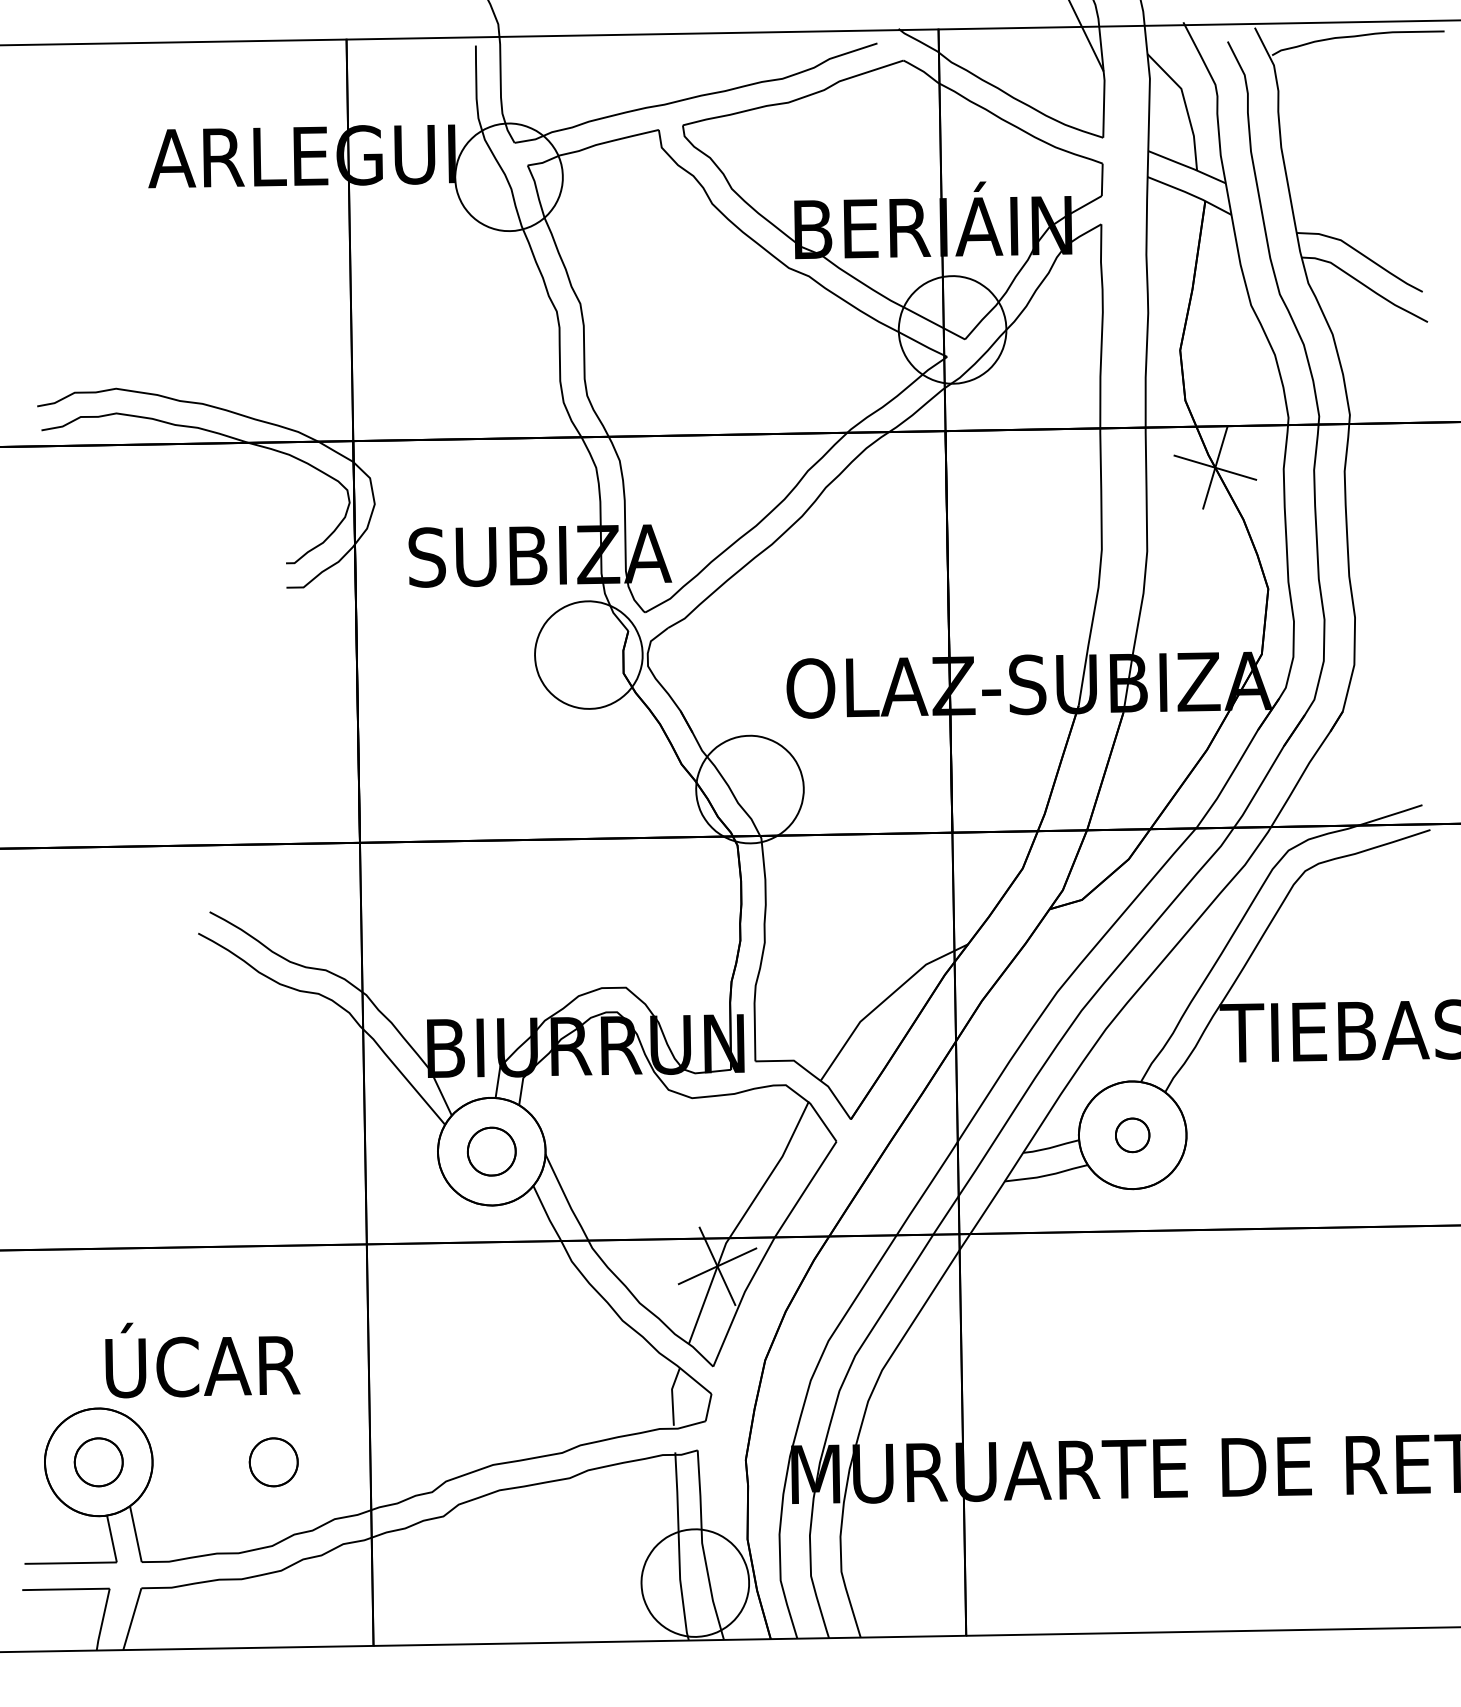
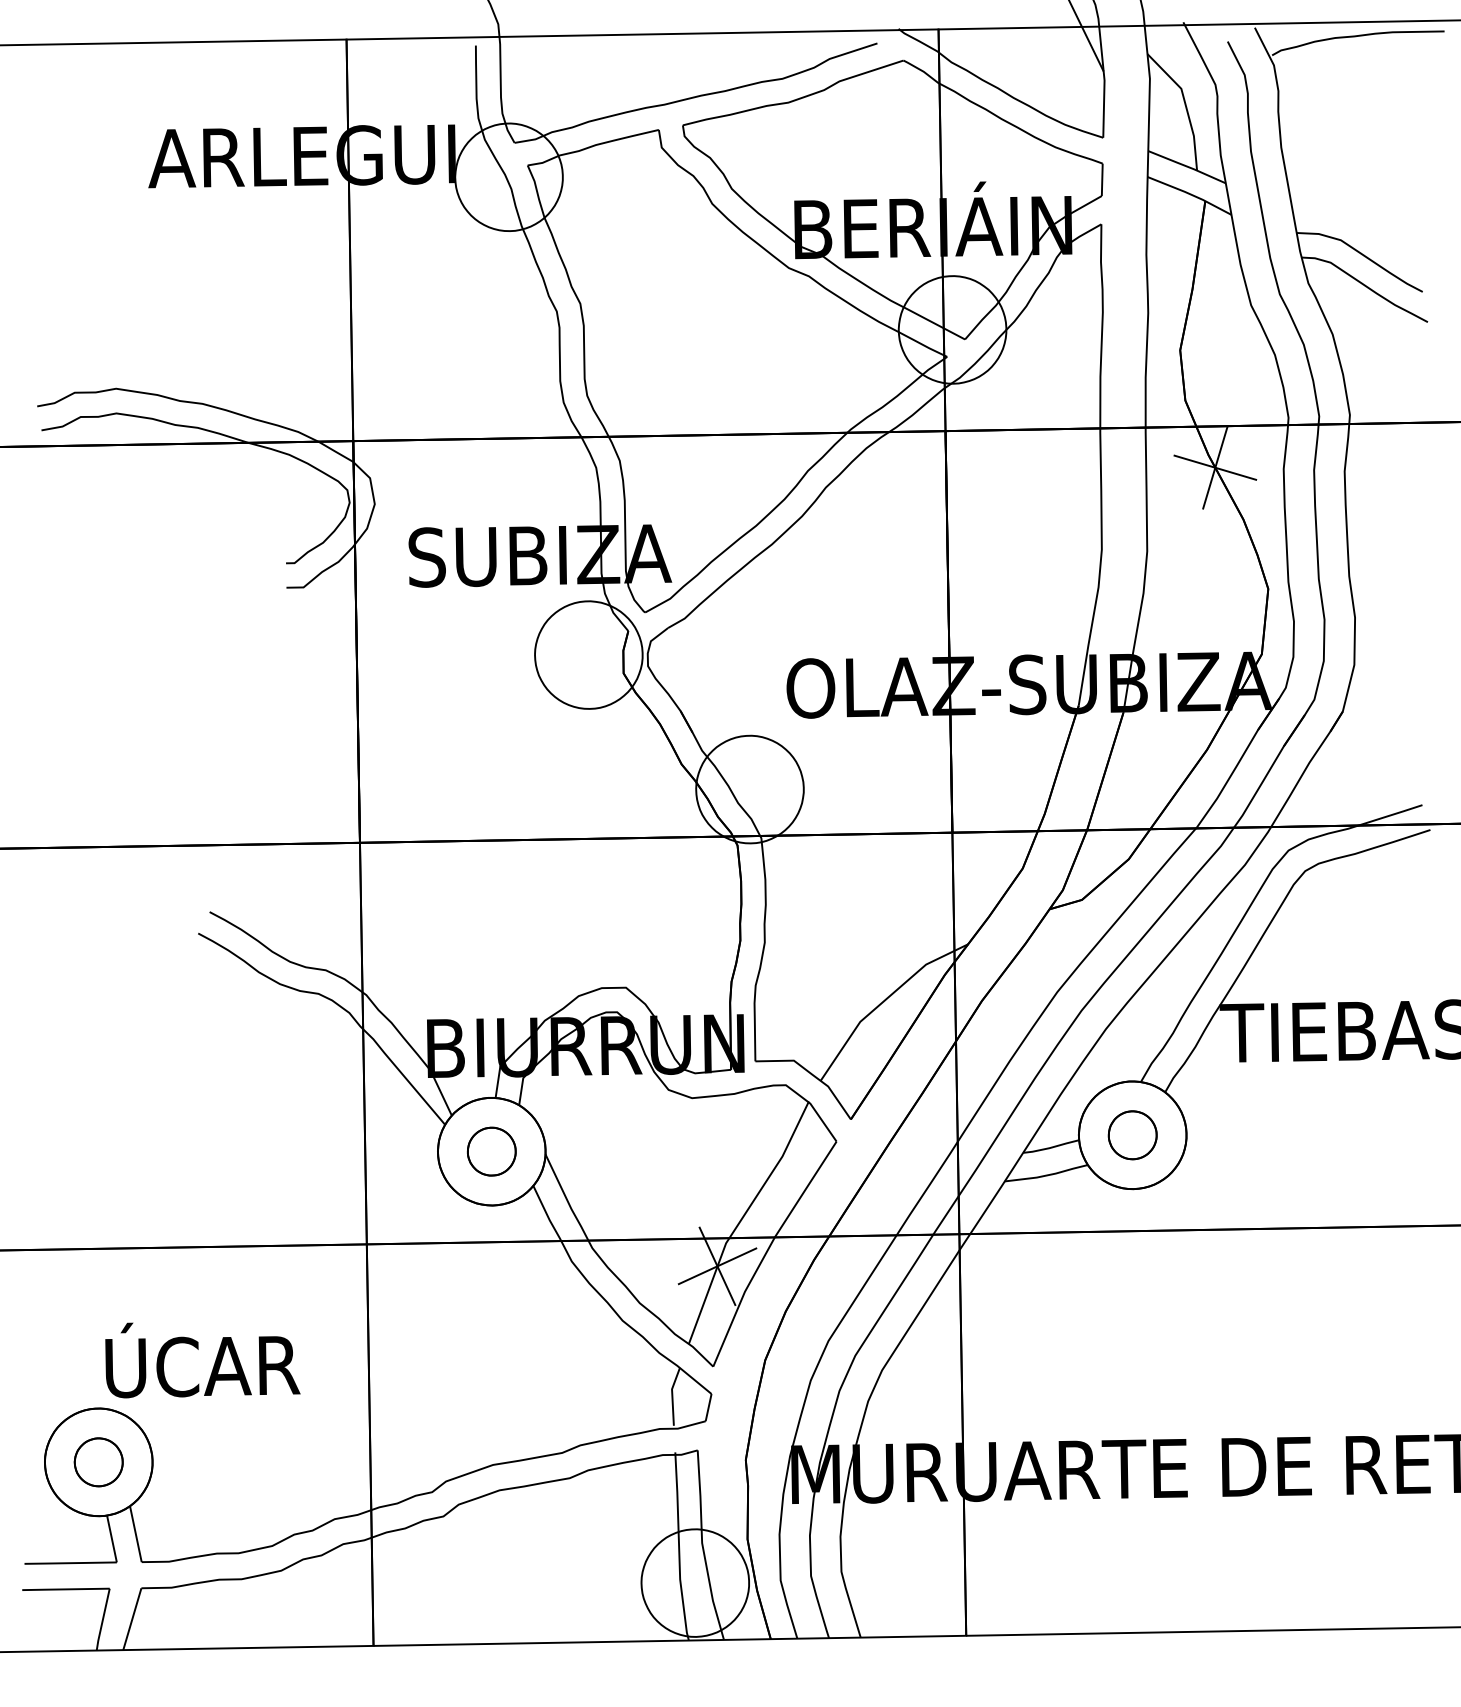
part at (1132, 1135) size: 36x37 px -> 51x51 px
part at (273, 1462): present -> none
